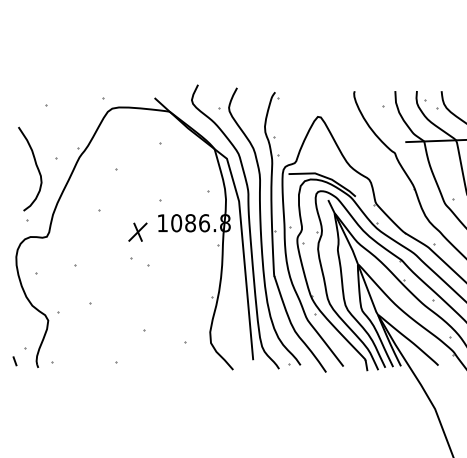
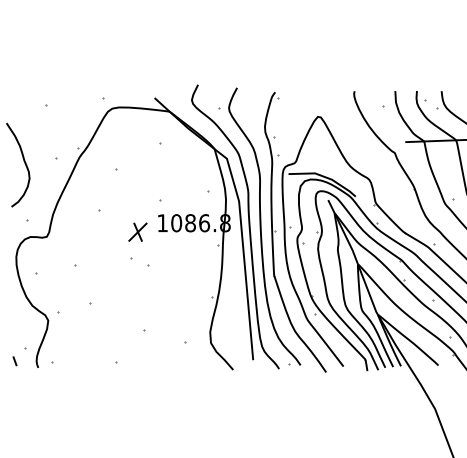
curve at (35, 165) position: (35, 165) -> (23, 161)
